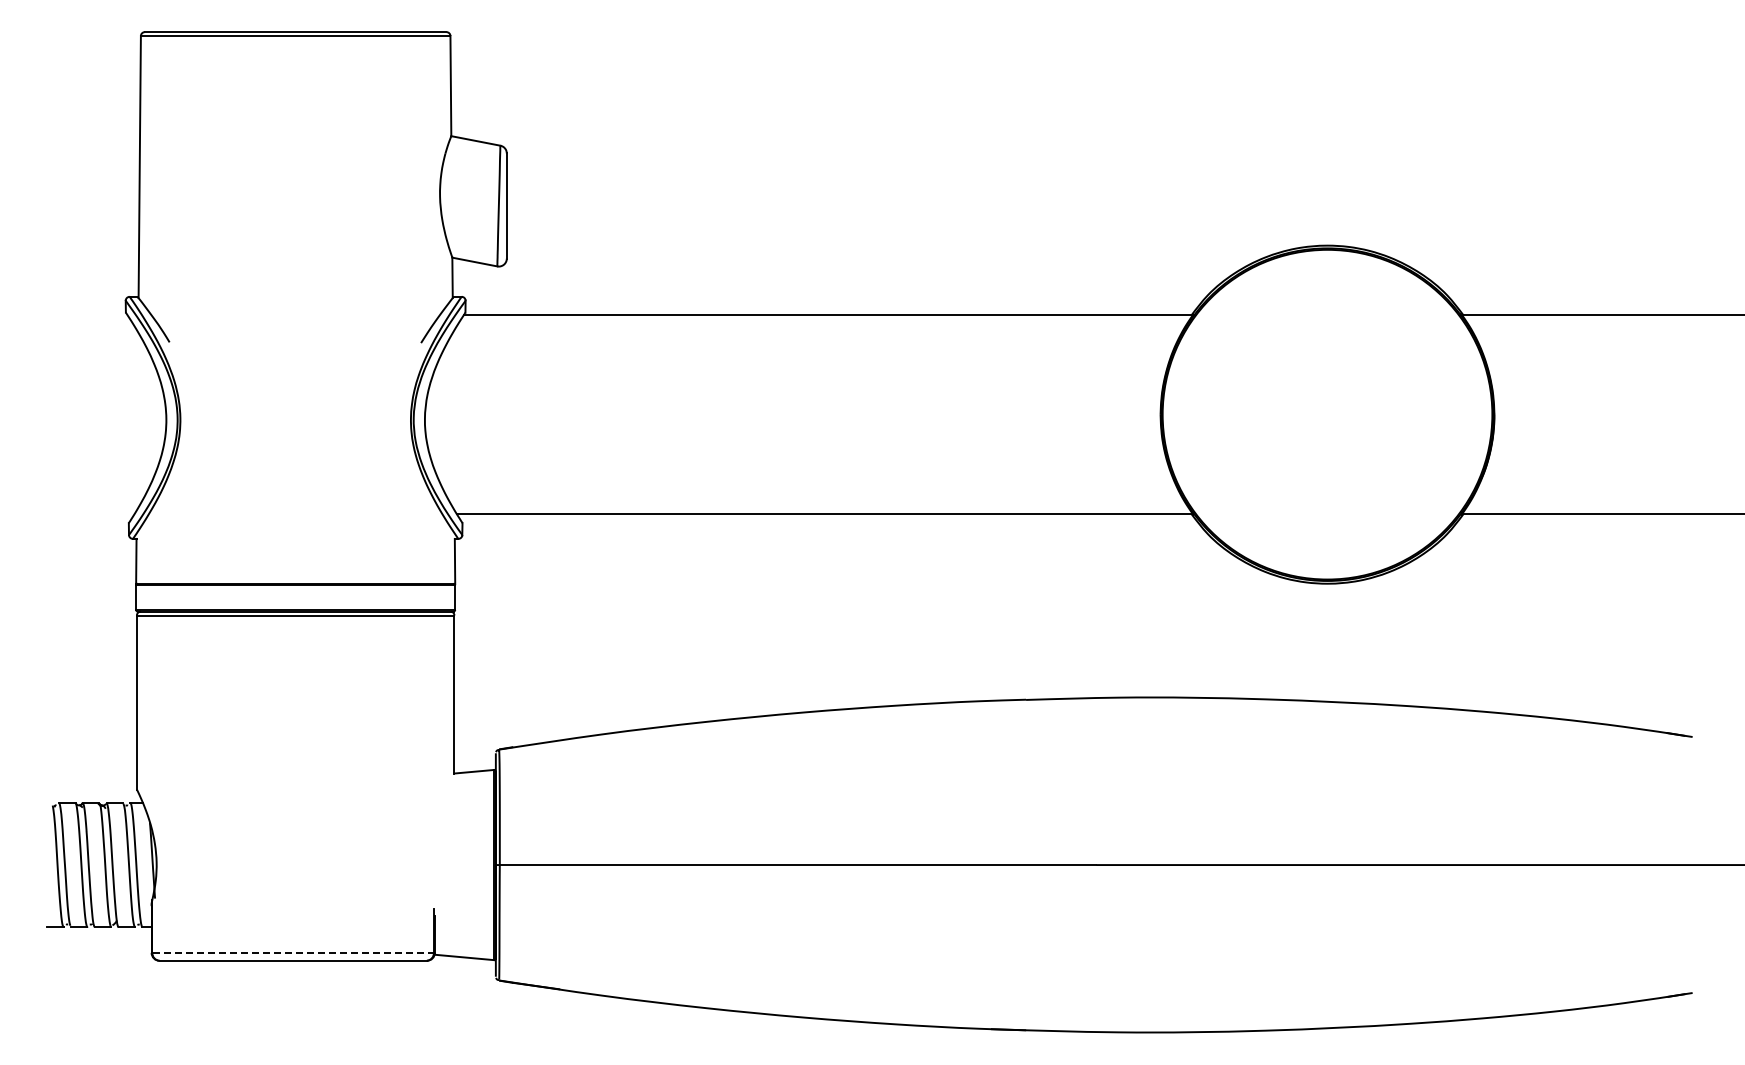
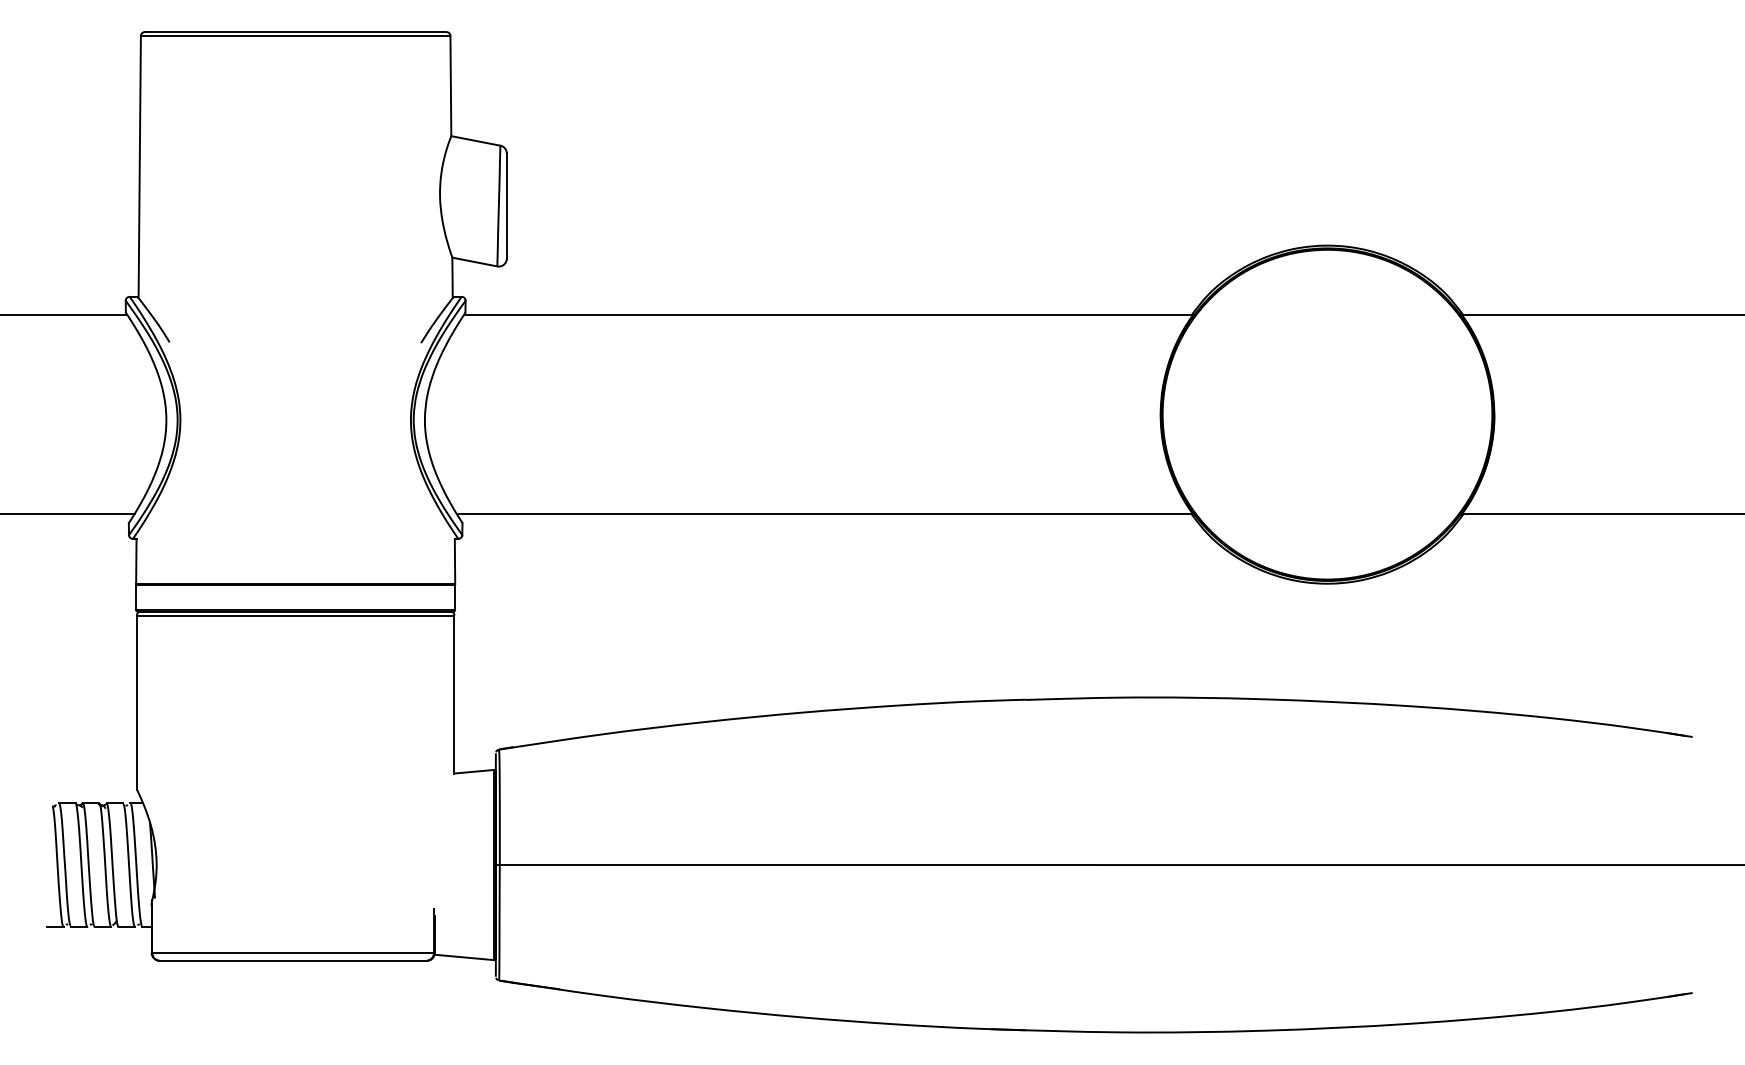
line at (64, 315): none -> present
line at (68, 513): none -> present
line at (293, 952): dashed -> solid
